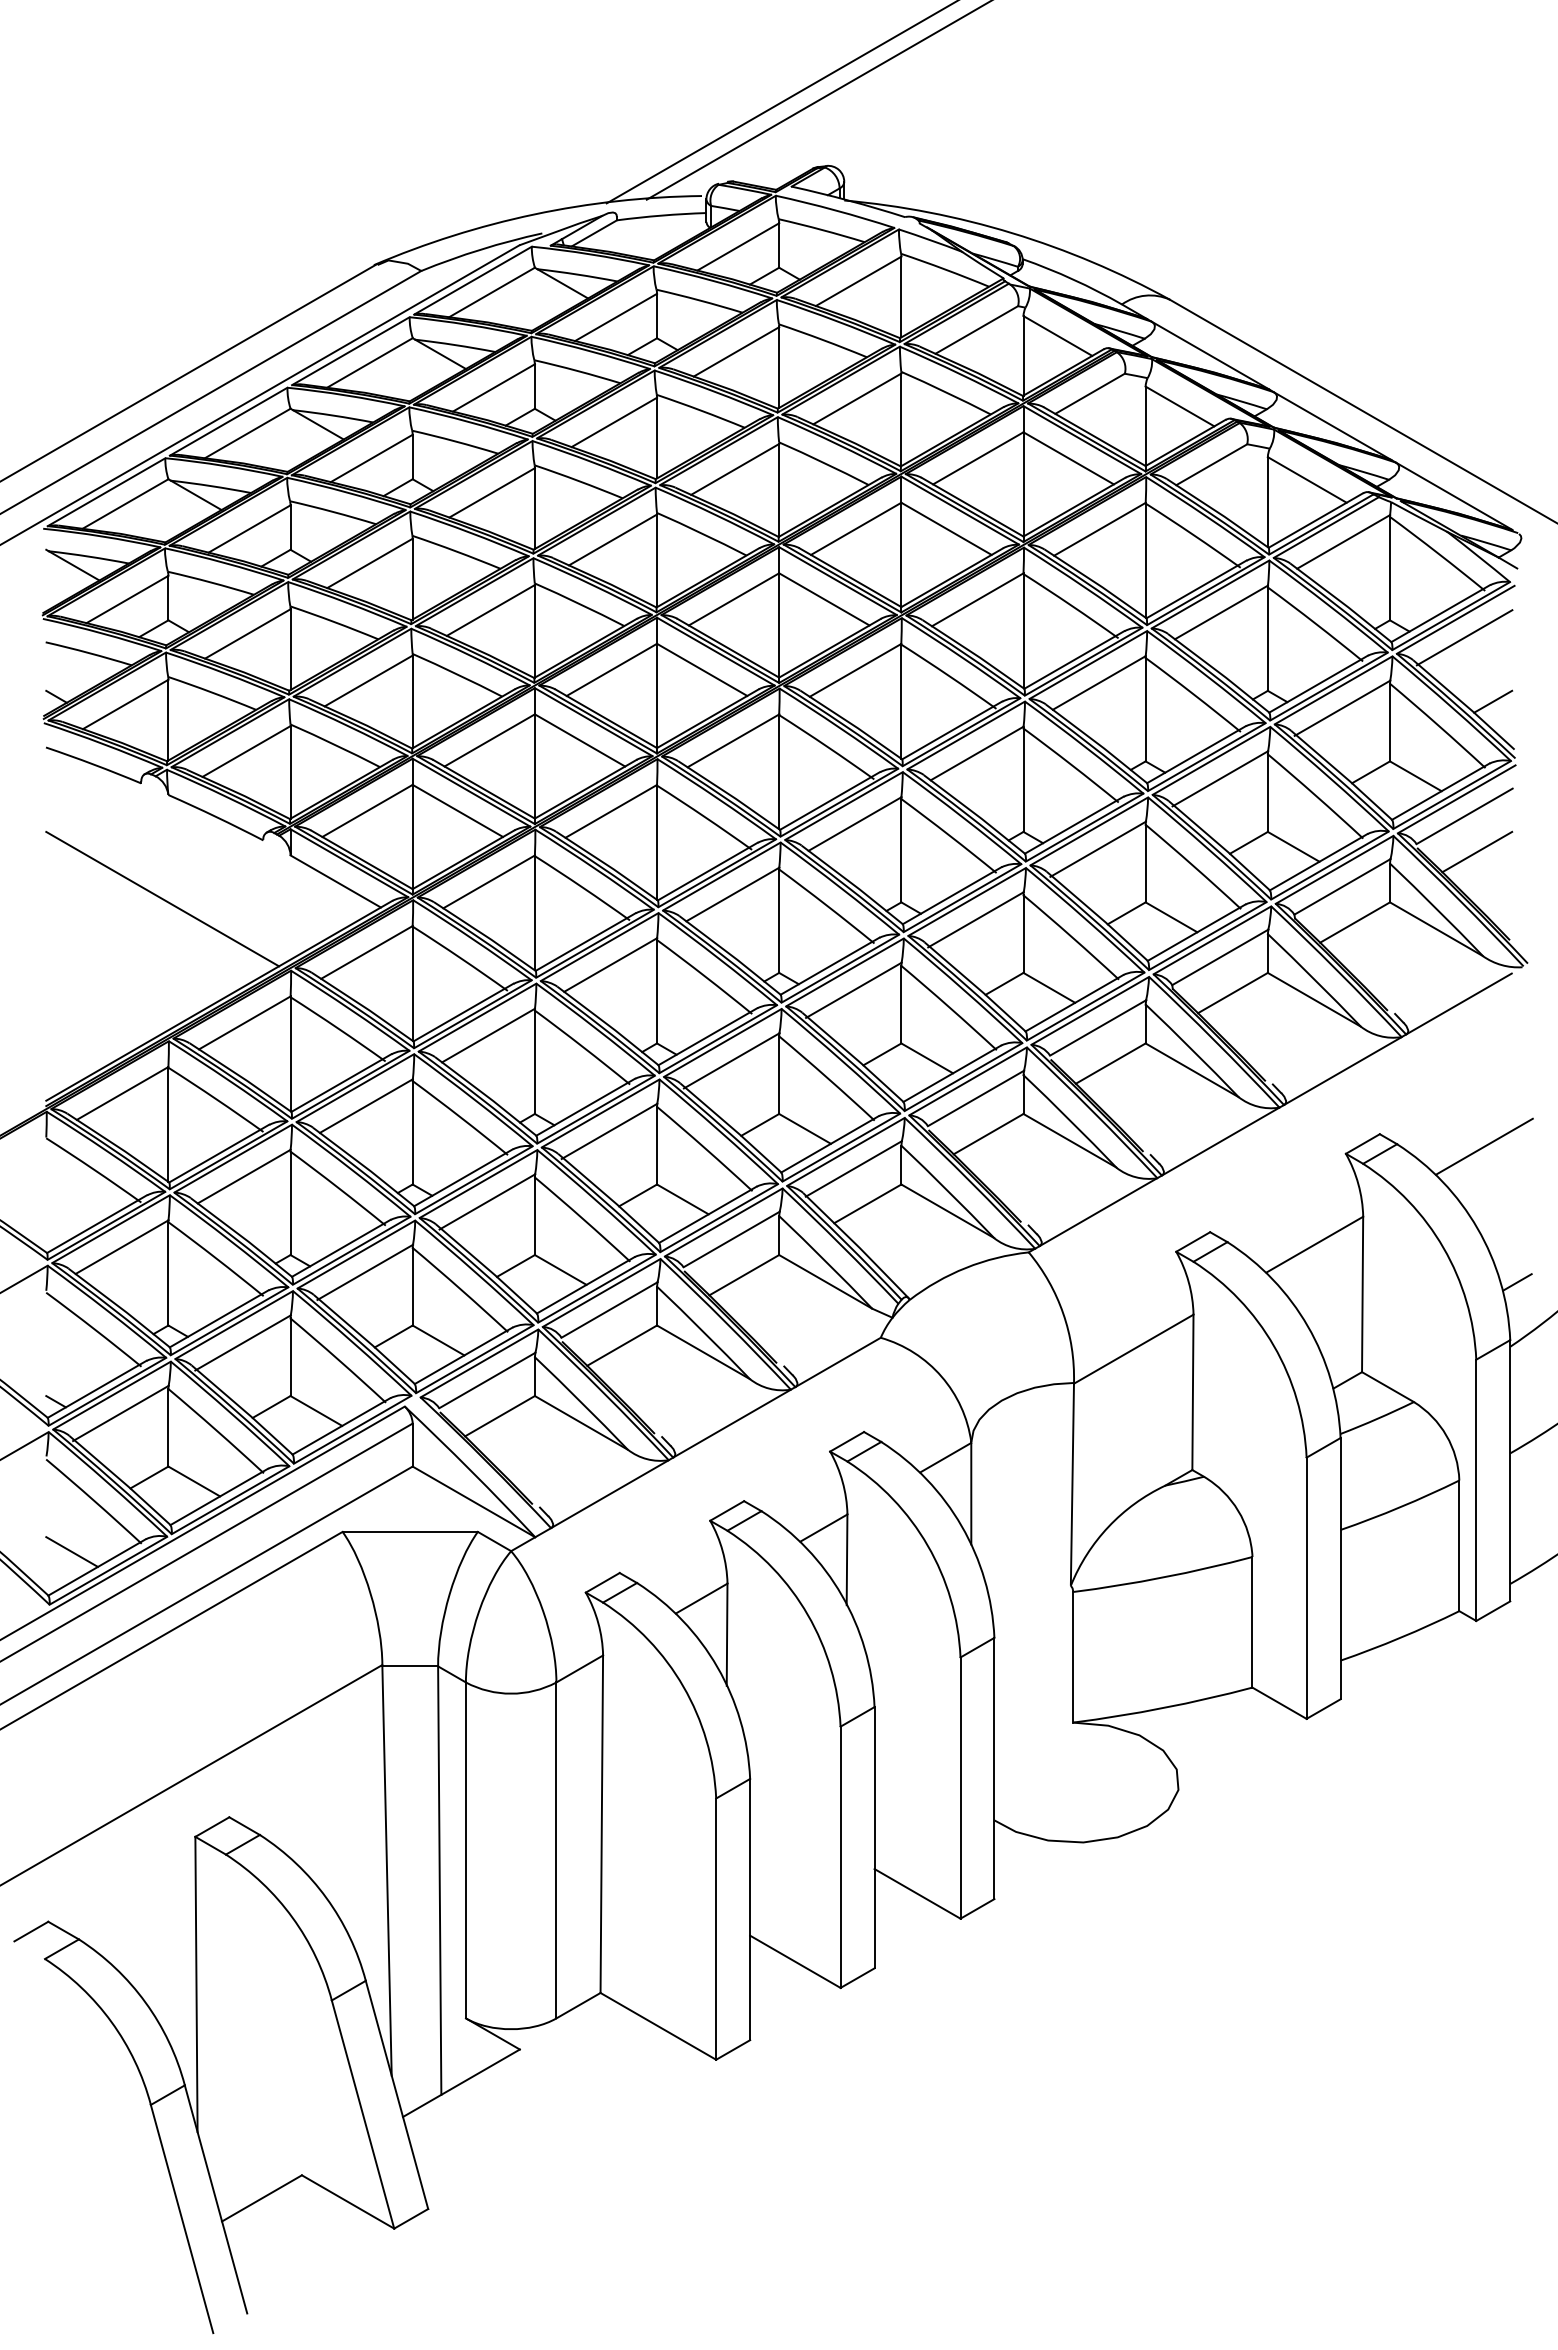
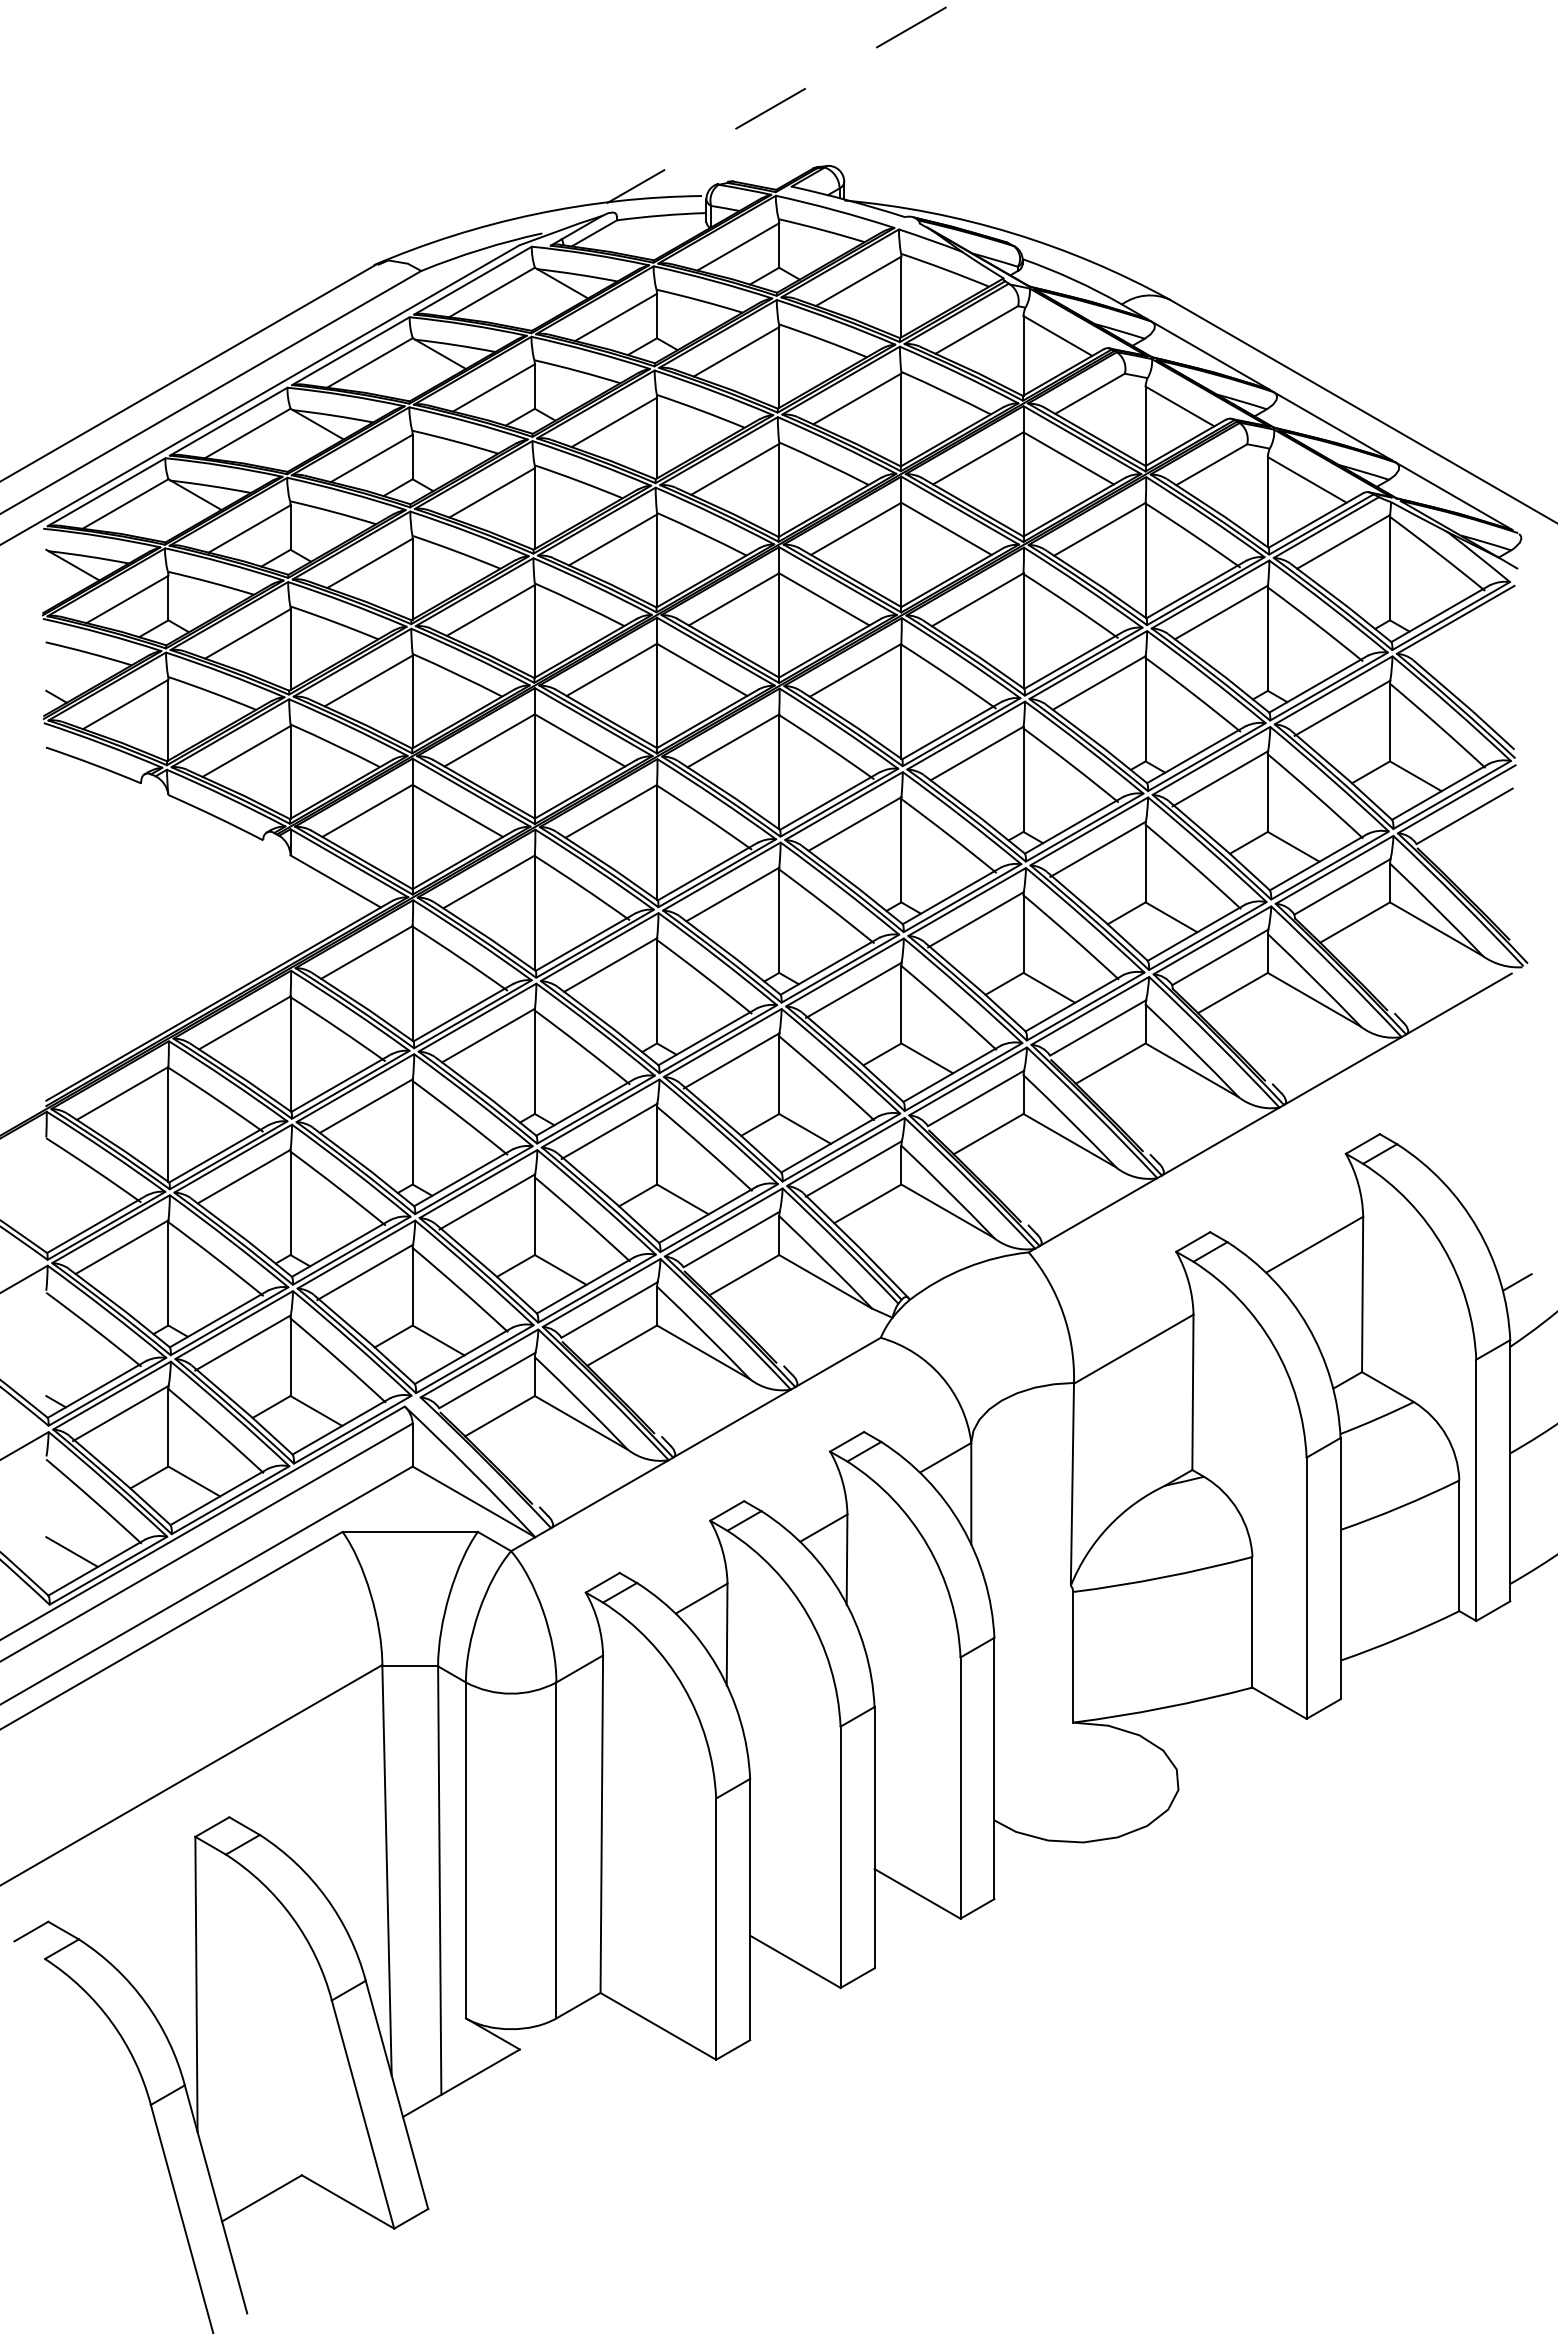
line at (817, 100): present -> none
line at (782, 101): solid -> dashed
line at (1464, 637): present -> none
line at (1493, 701): present -> none
line at (1477, 851): present -> none
line at (162, 898): present -> none
line at (1484, 1146): present -> none
